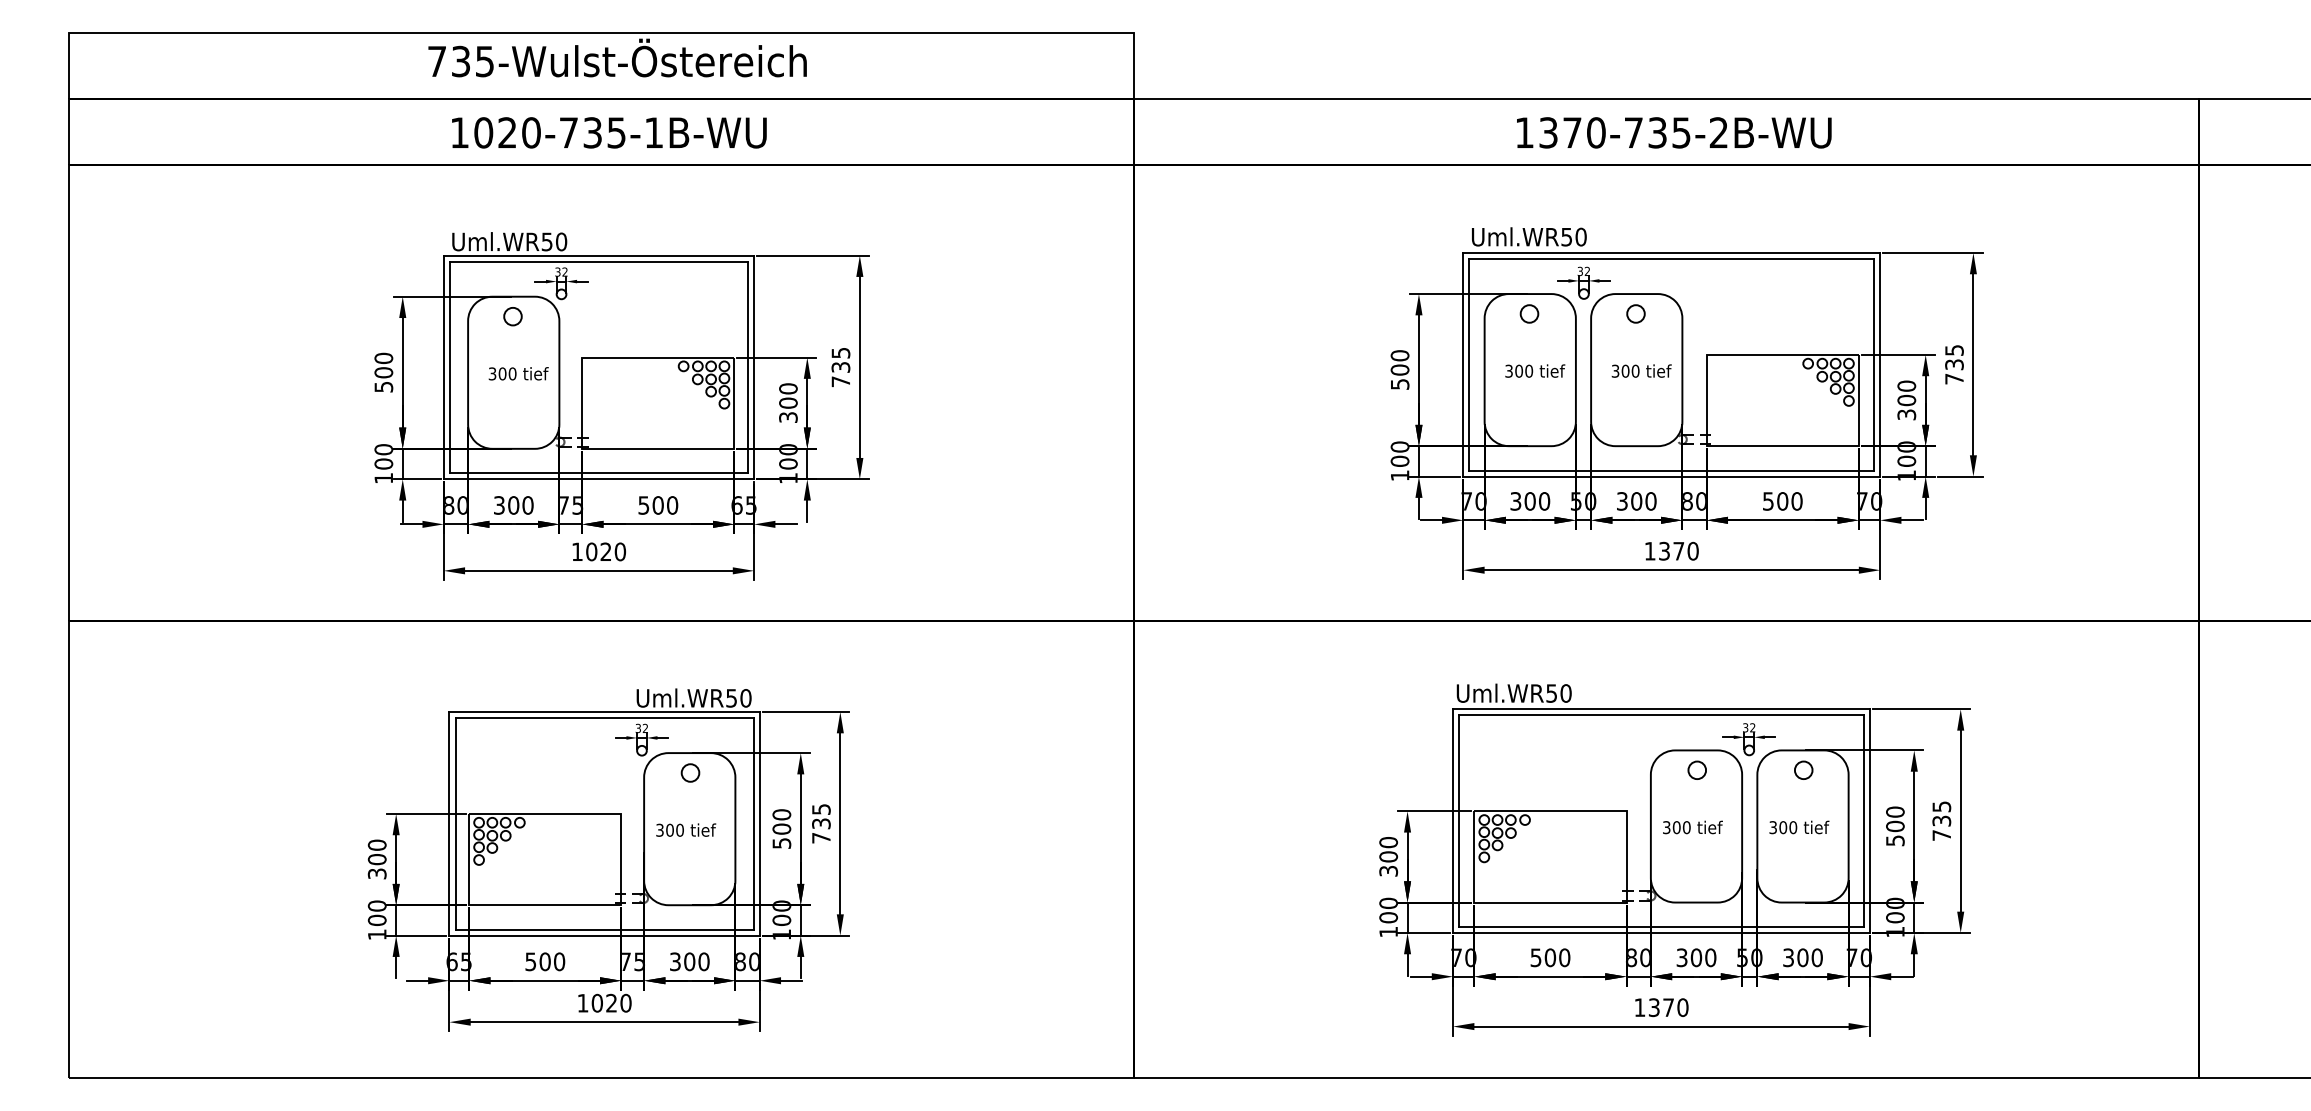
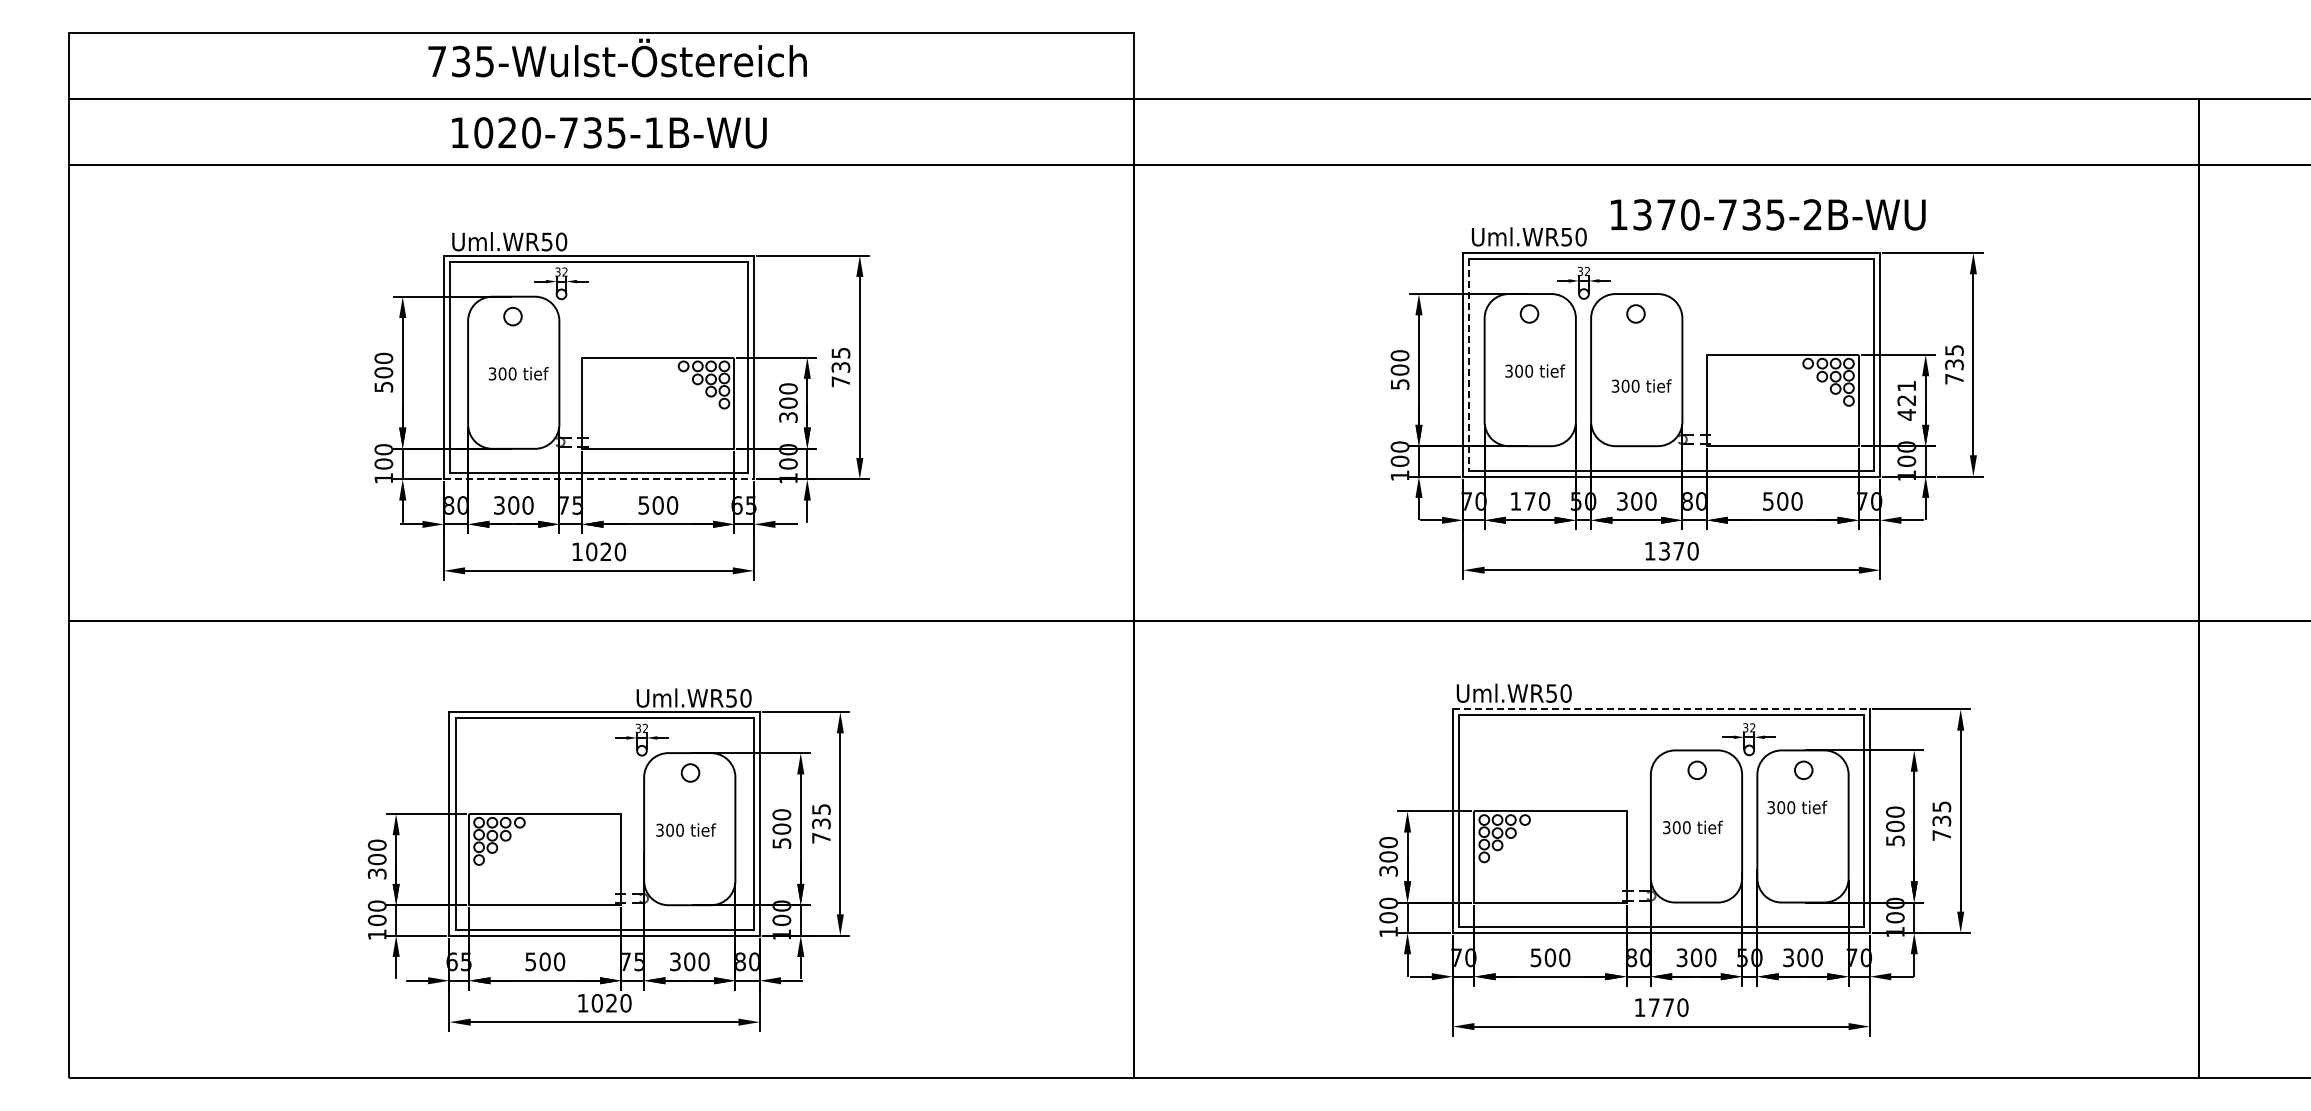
text at (1674, 132) position: (1674, 132) -> (1768, 214)
line at (1469, 364): solid -> dashed
text at (1641, 370) position: (1641, 370) -> (1641, 385)
text at (1906, 400): 300 -> 421
line at (599, 479): solid -> dashed
text at (1522, 501): 300 -> 170
line at (1662, 709): solid -> dashed
text at (1799, 827) position: (1799, 827) -> (1797, 807)
text at (1653, 1007): 1370 -> 1770
